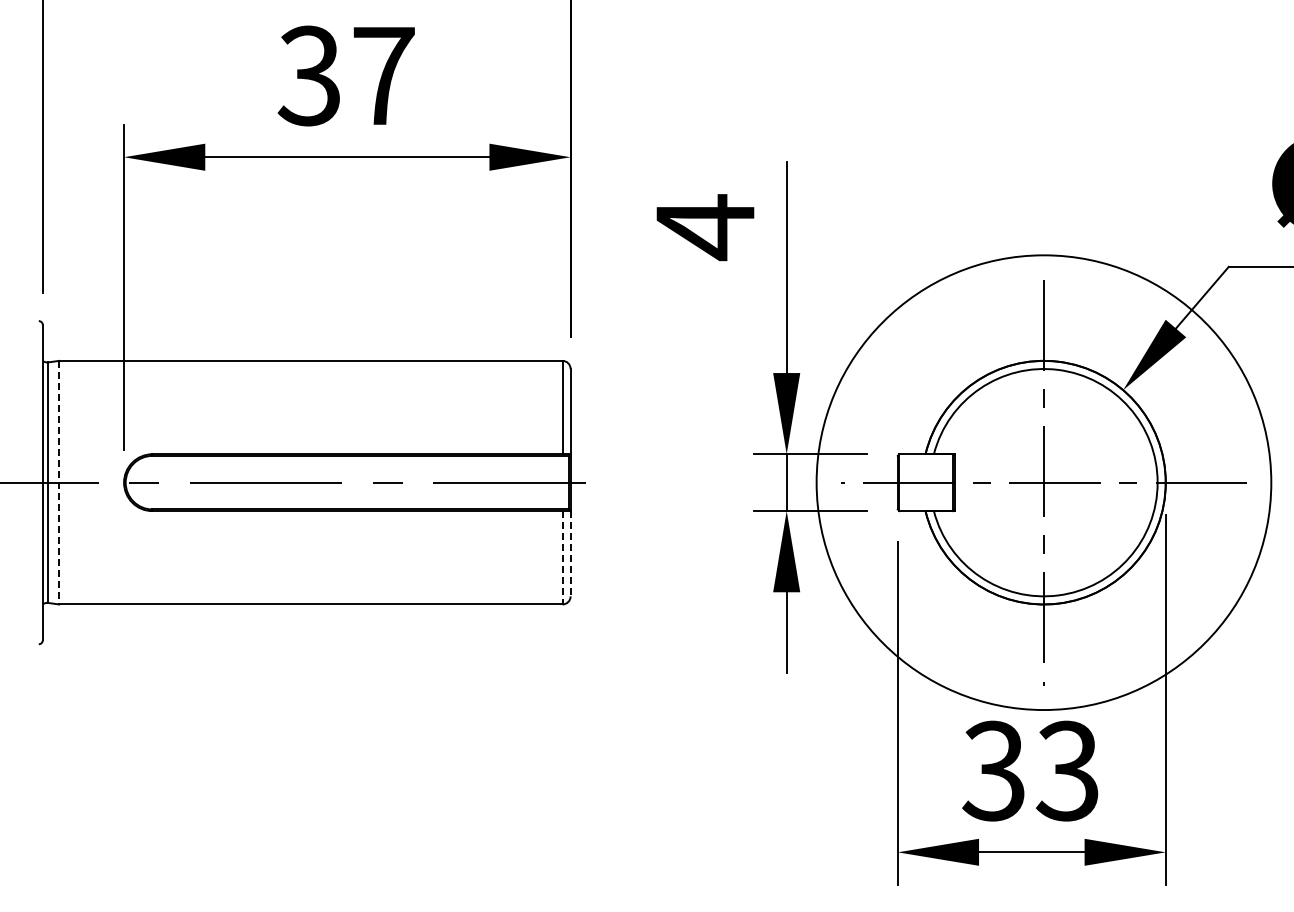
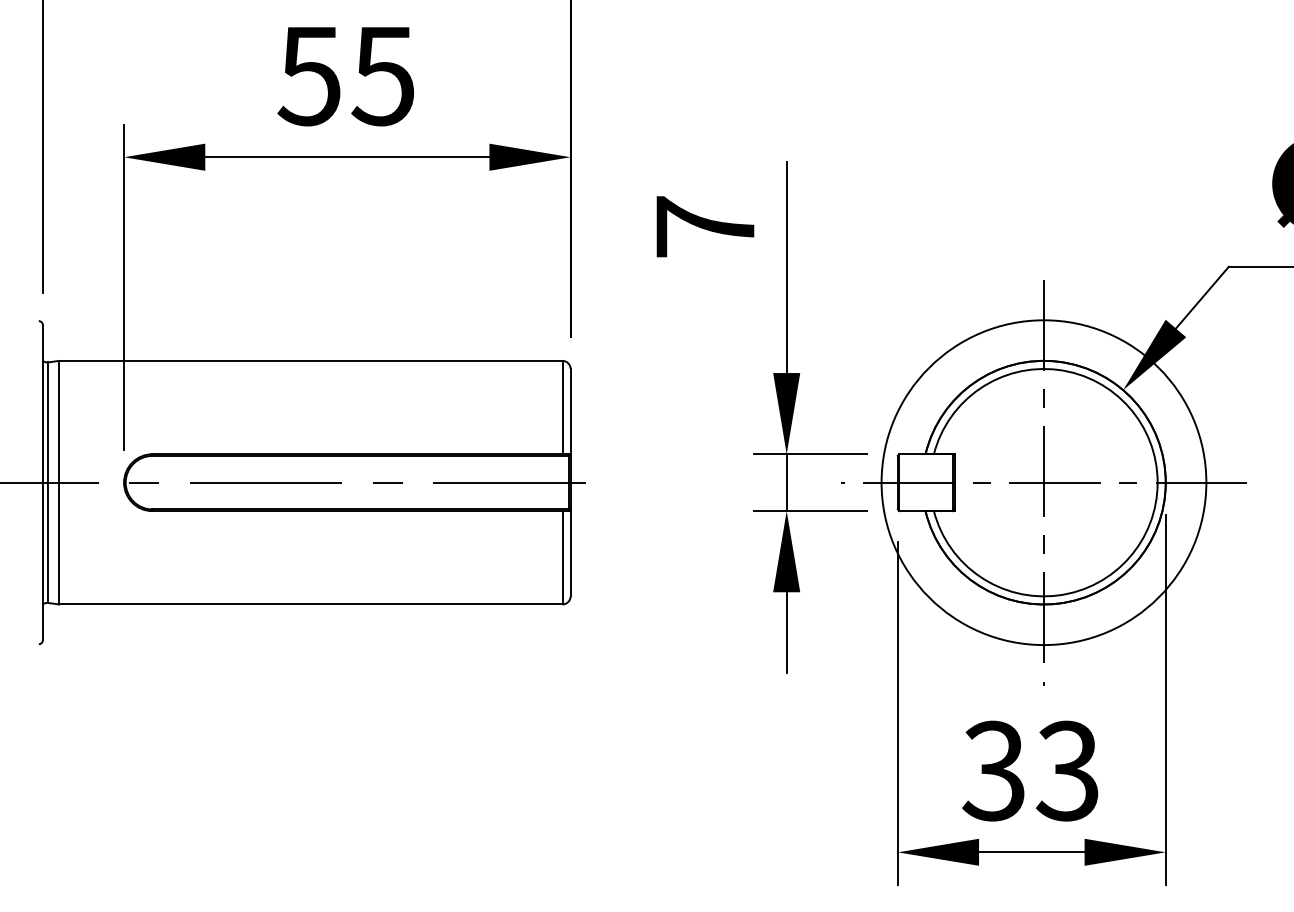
text at (345, 75): 37 -> 55
text at (705, 227): 4 -> 7
line at (59, 482): dashed -> solid
circle at (1043, 482) diameter: 455 px -> 325 px
line at (570, 553): dashed -> solid
line at (562, 557): dashed -> solid
